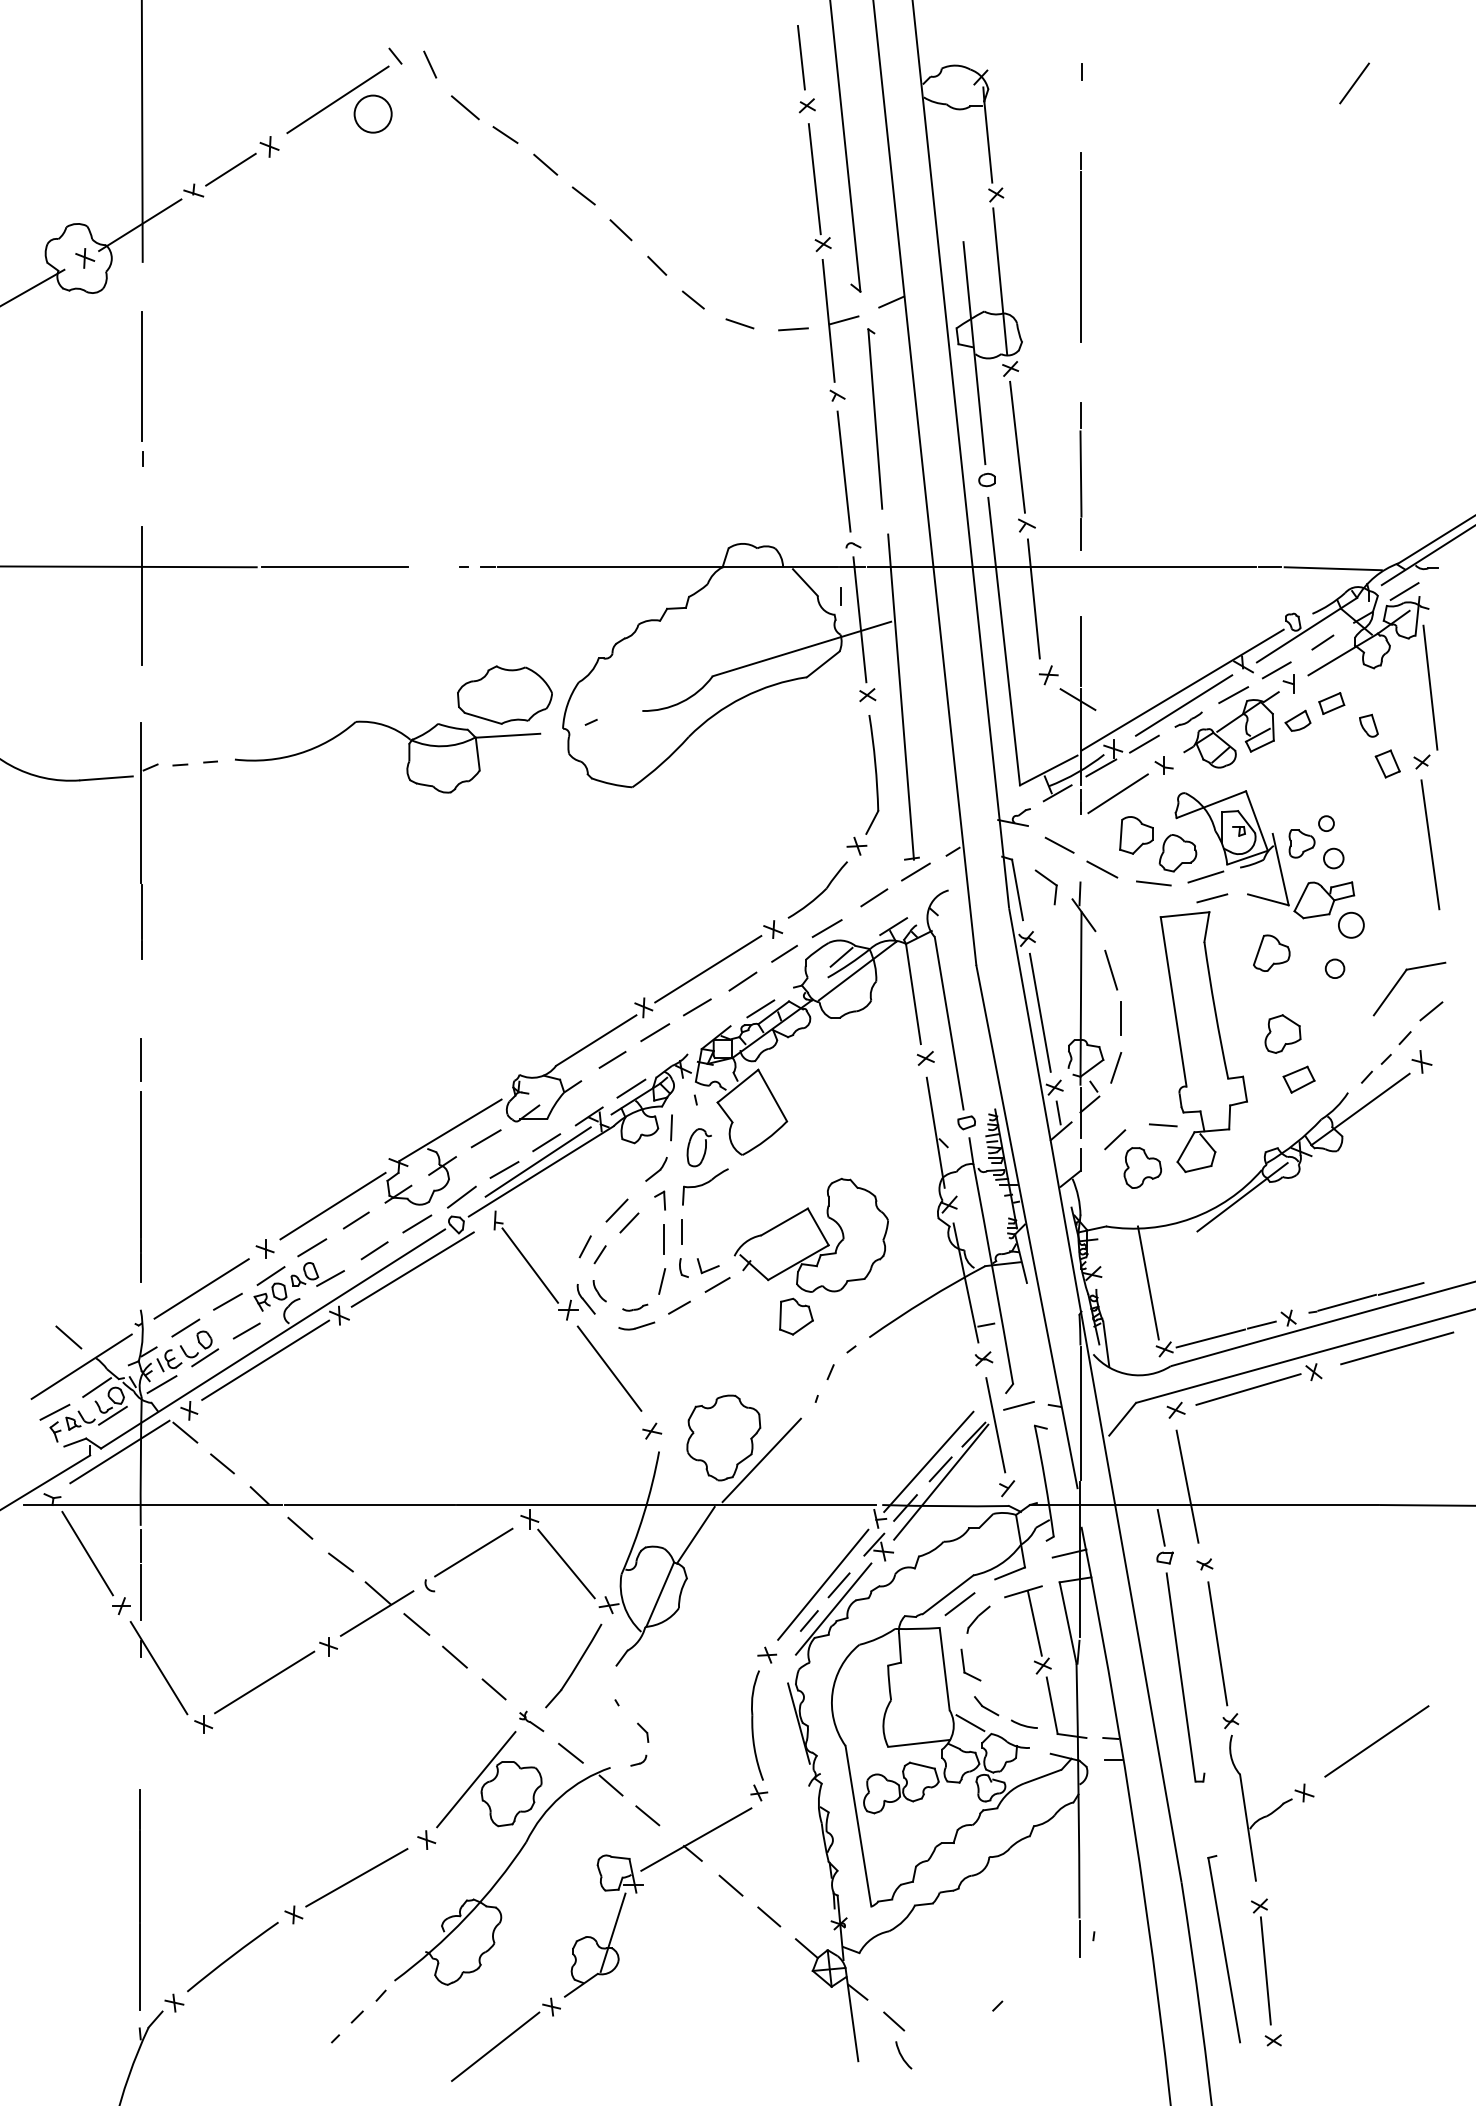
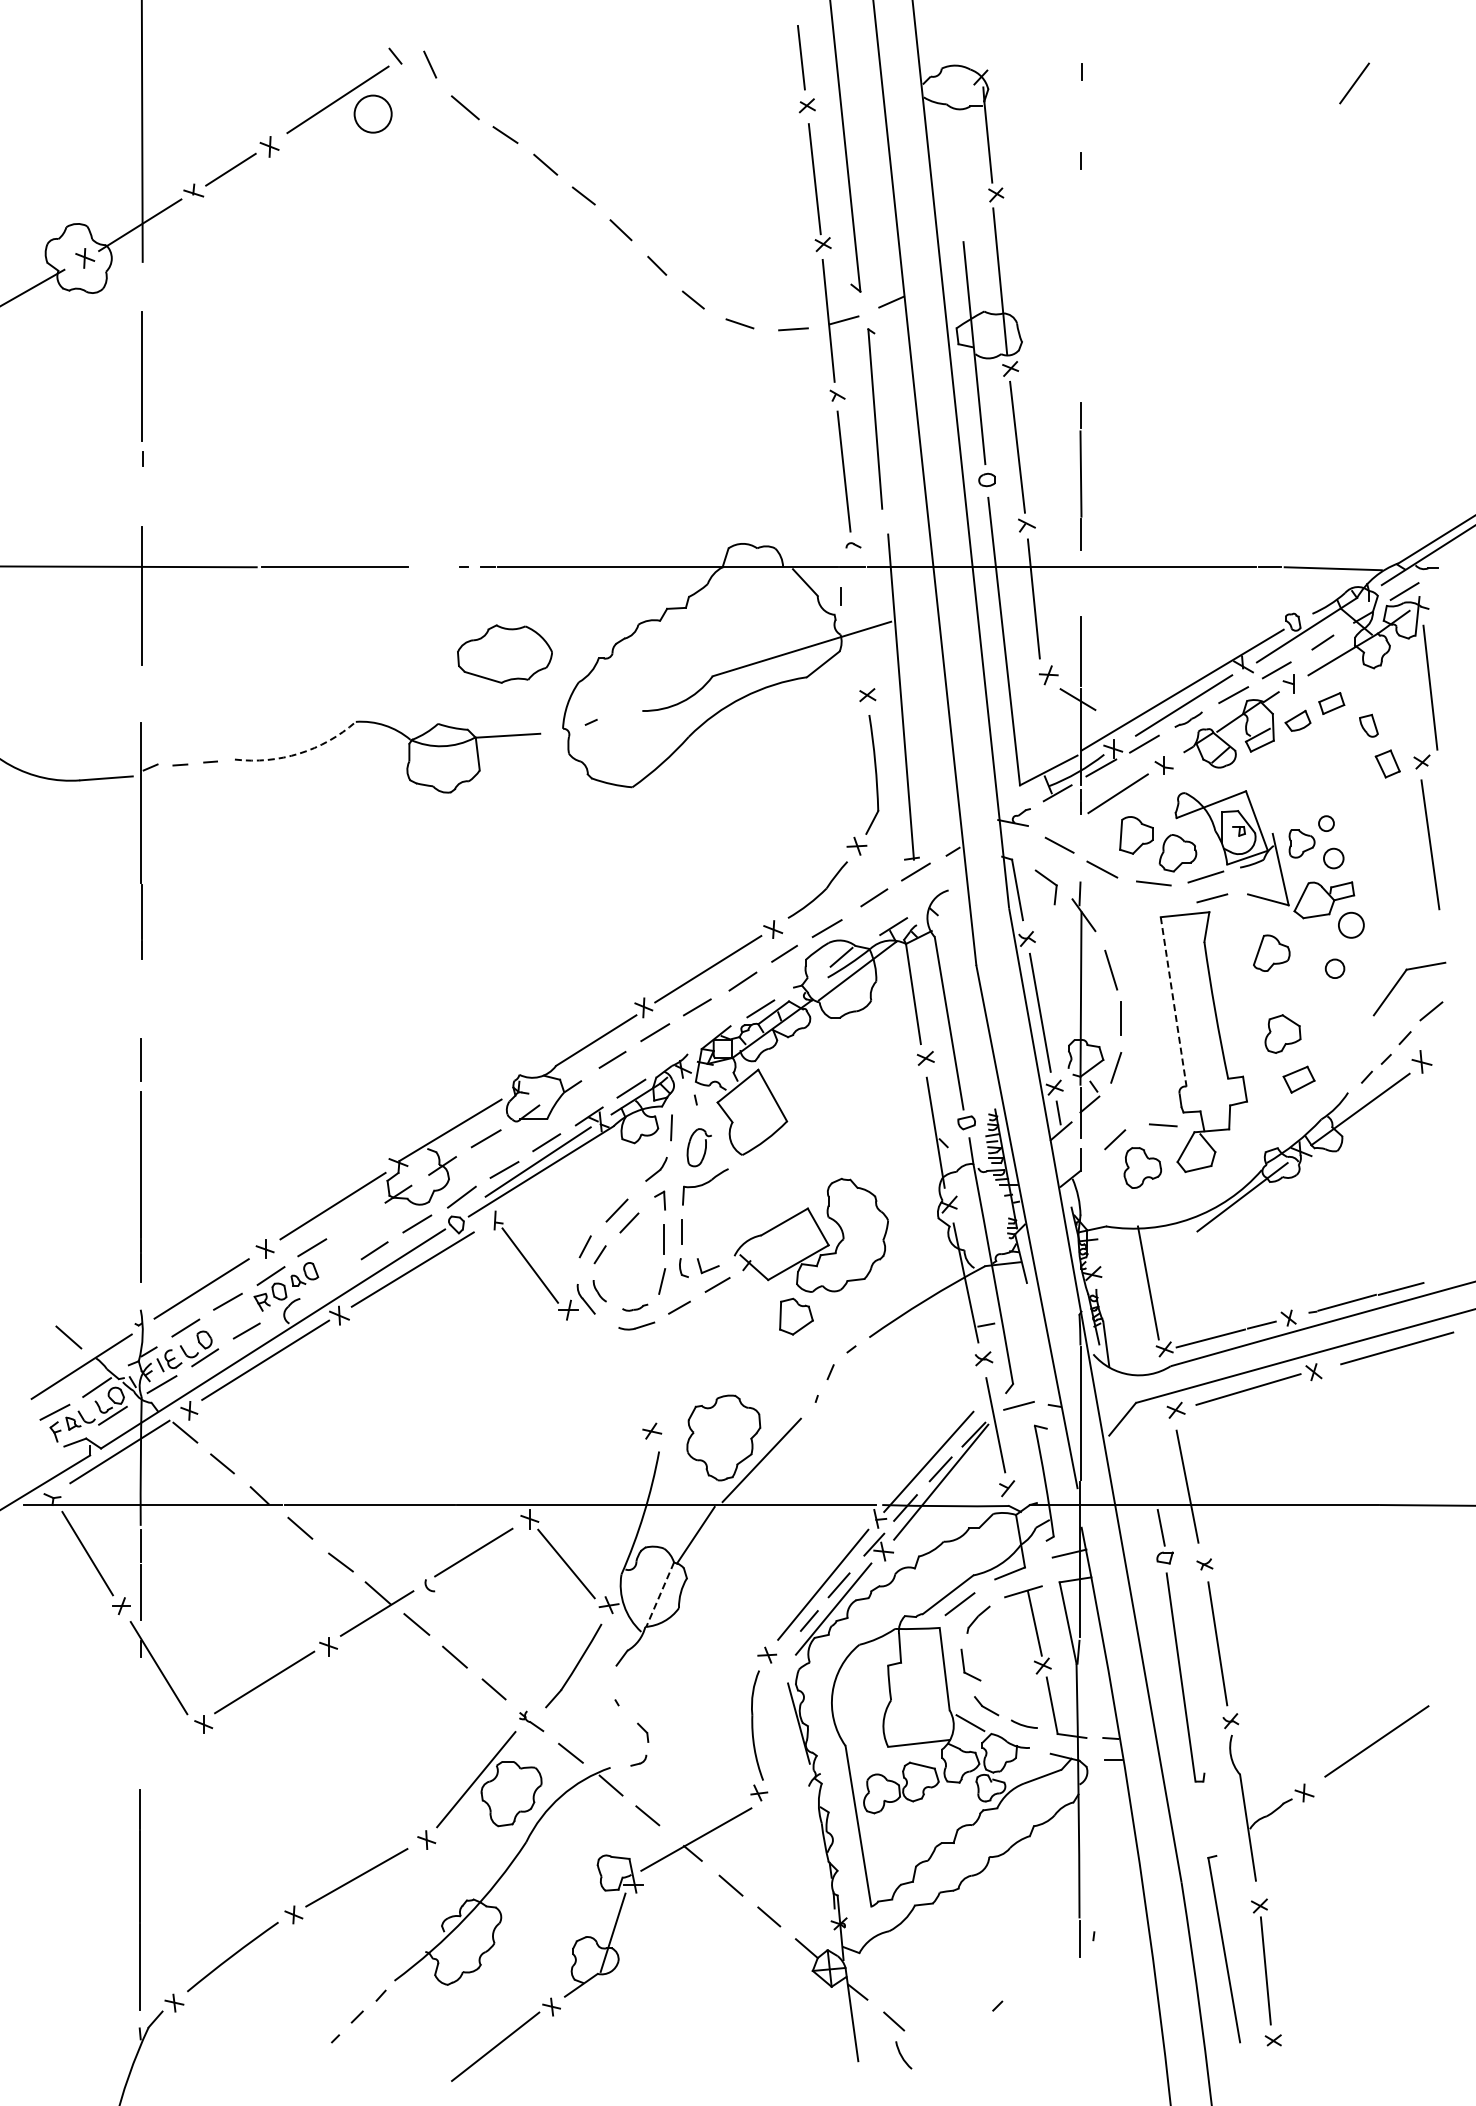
line at (1081, 256): present -> none
line at (859, 619): present -> none
part at (504, 694) position: (504, 694) -> (504, 653)
arc at (299, 753): solid -> dashed
line at (1173, 1001): solid -> dashed
line at (355, 1220): present -> none
line at (330, 1278): present -> none
line at (609, 1368): present -> none
line at (659, 1595): solid -> dashed
